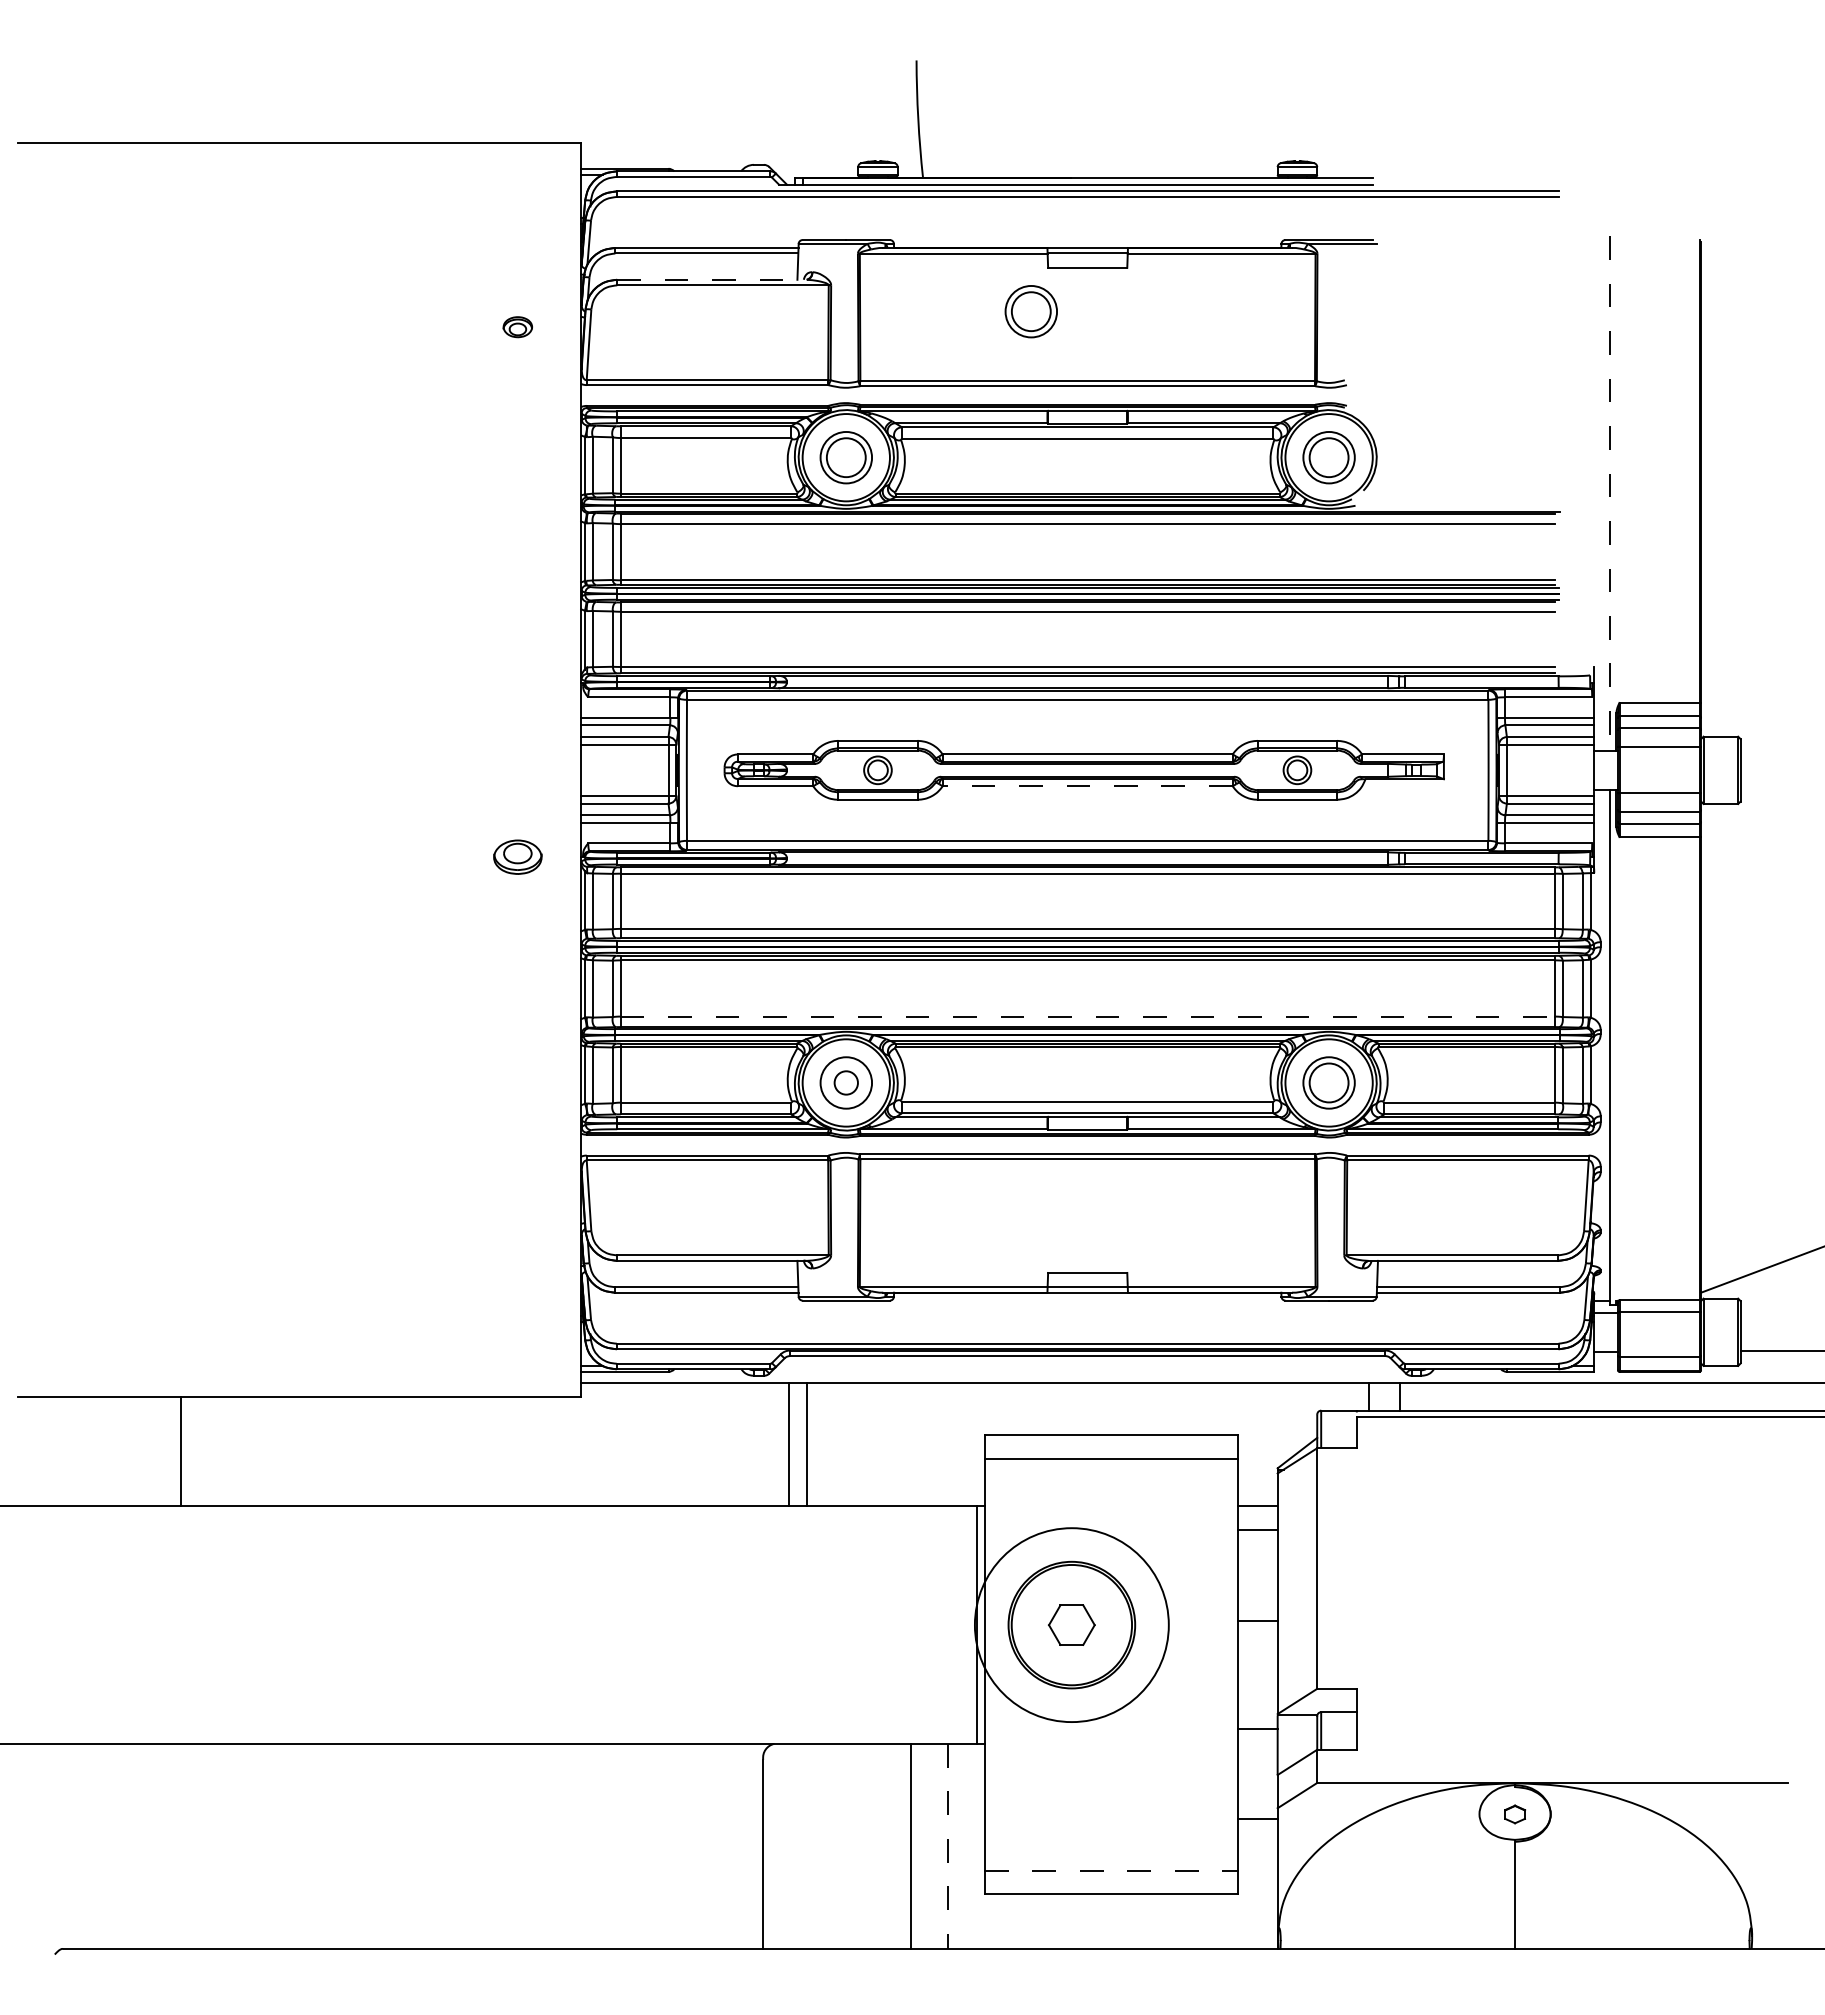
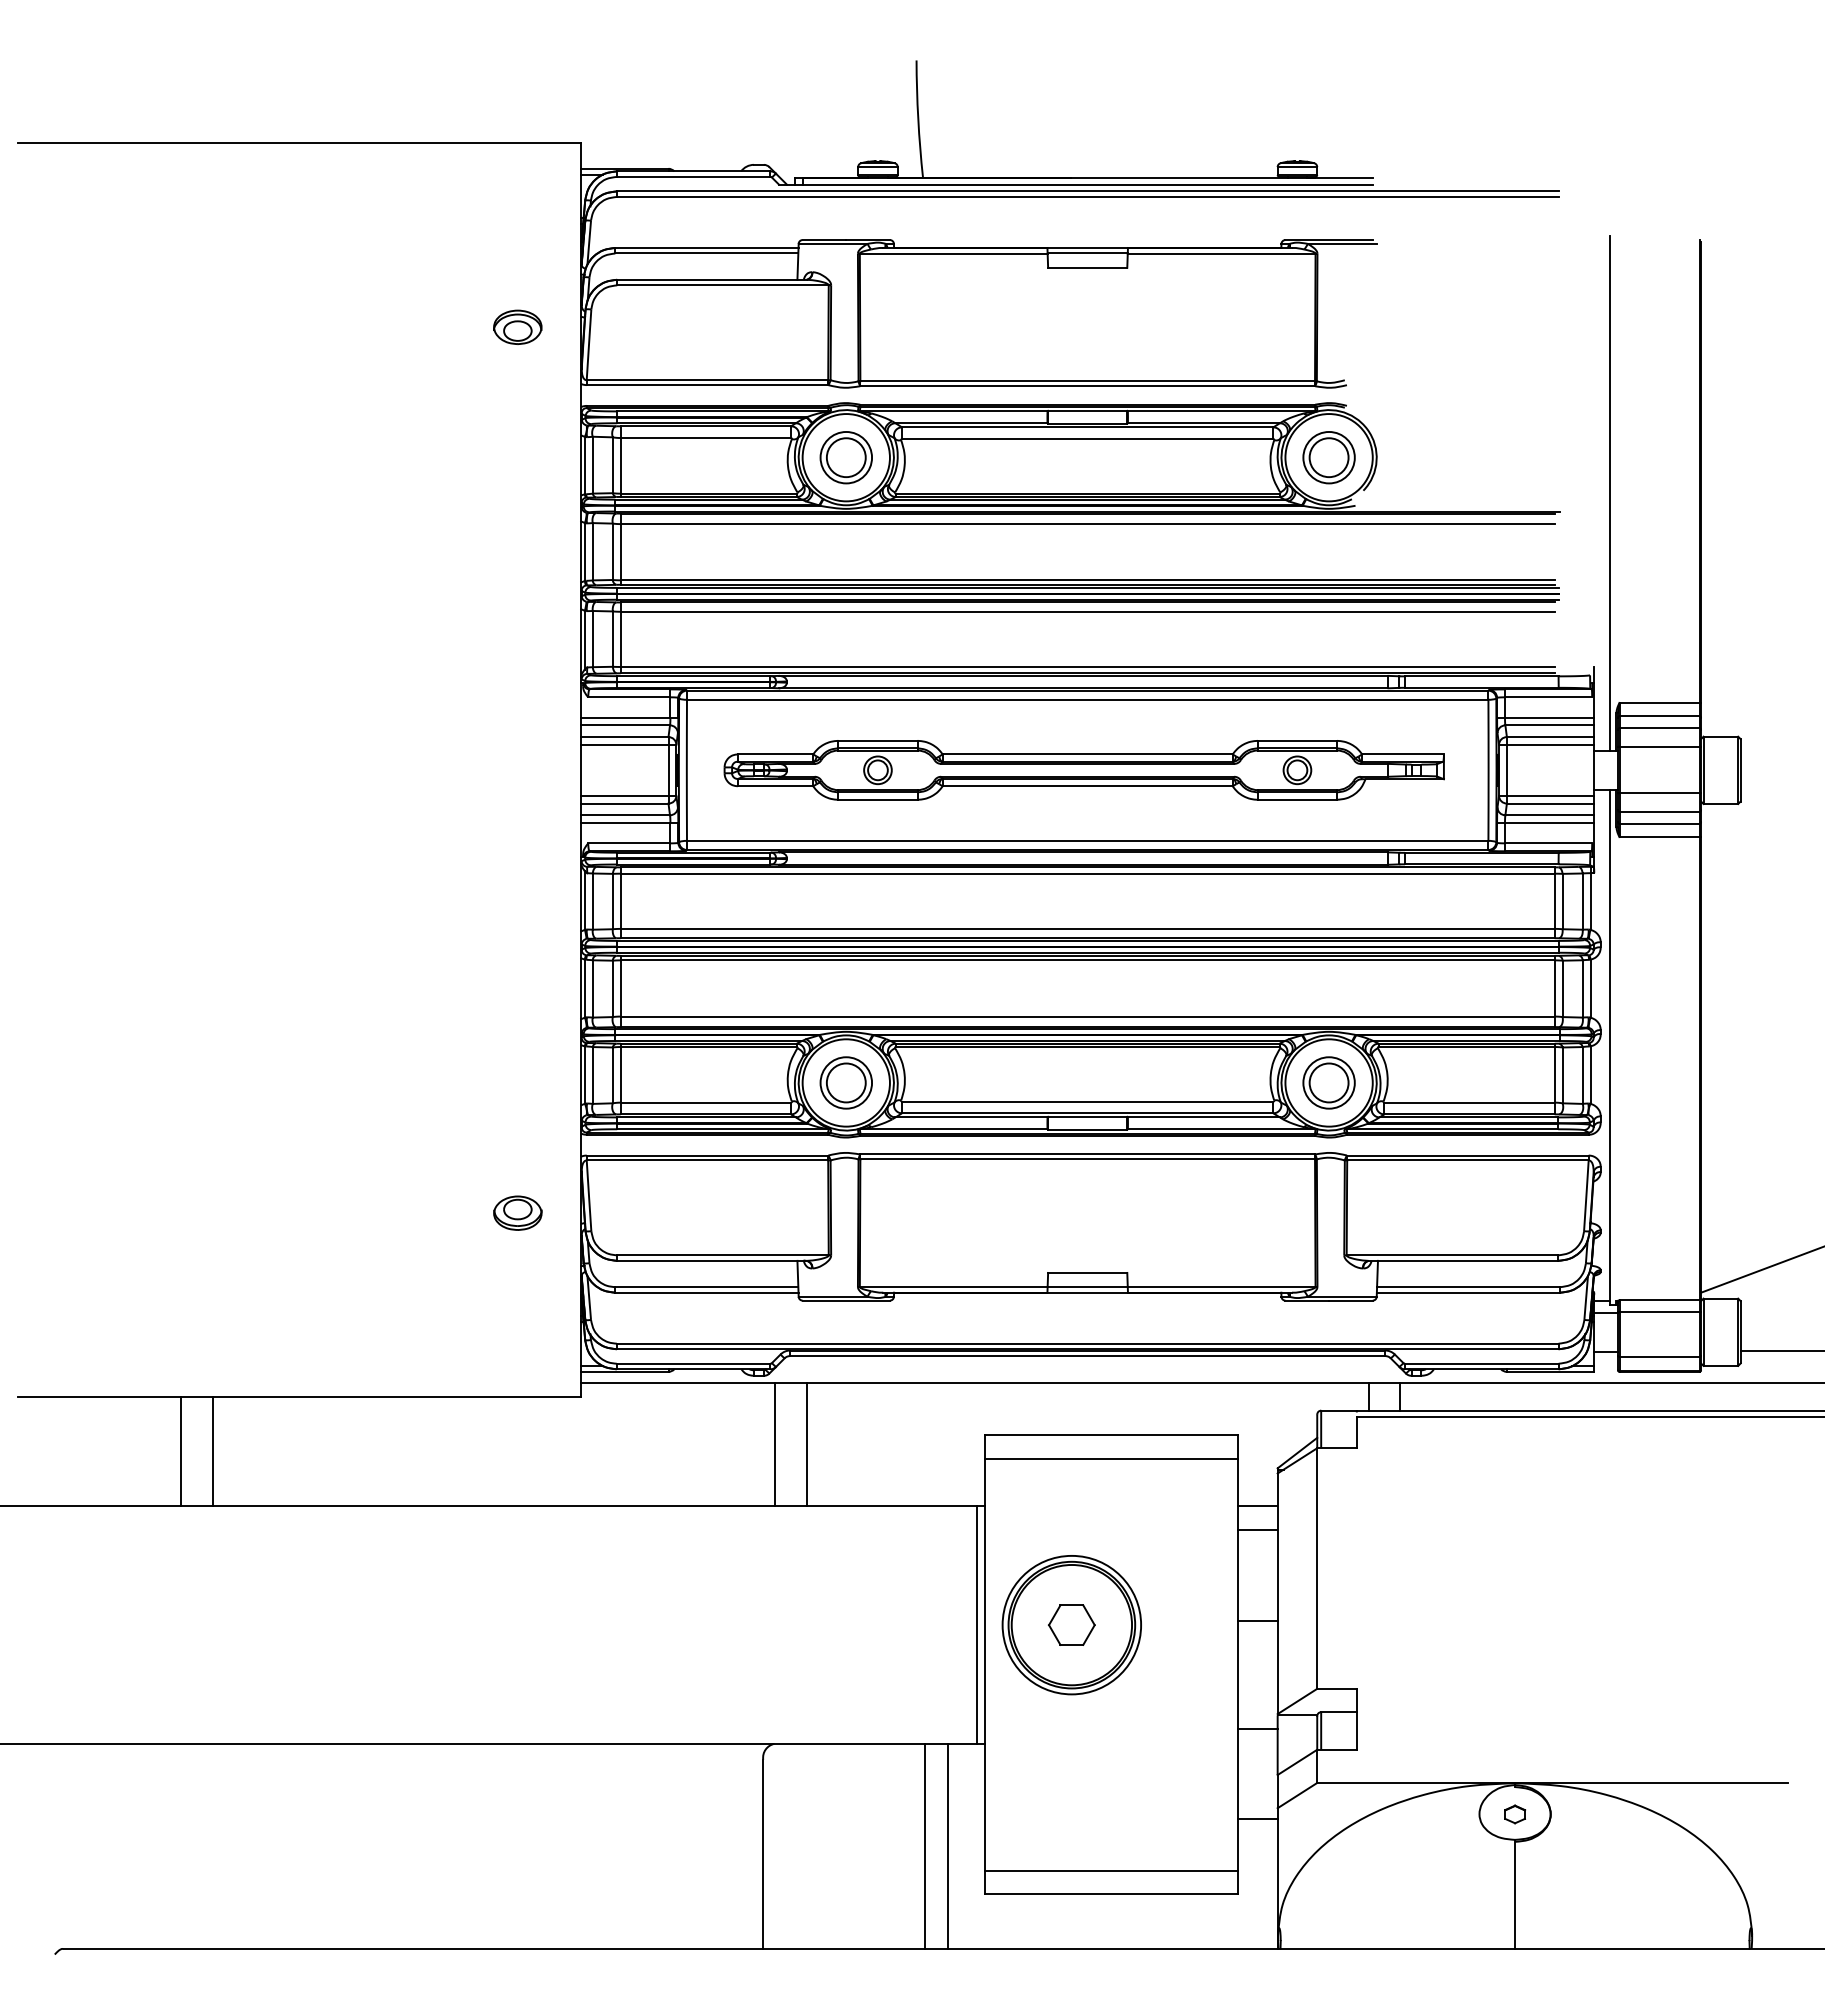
line at (712, 279): dashed -> solid
part at (1030, 311): present -> none
part at (517, 327) size: 31x23 px -> 50x36 px
line at (1610, 493): dashed -> solid
line at (1087, 786): dashed -> solid
part at (517, 856) position: (517, 856) -> (517, 1212)
line at (1087, 1016): dashed -> solid
circle at (845, 1082) diameter: 23 px -> 39 px
line at (789, 1444) position: (789, 1444) -> (775, 1444)
line at (213, 1451): none -> present
circle at (1071, 1625) diameter: 194 px -> 139 px
line at (911, 1845) position: (911, 1845) -> (925, 1845)
line at (947, 1846): dashed -> solid
line at (1111, 1870): dashed -> solid
